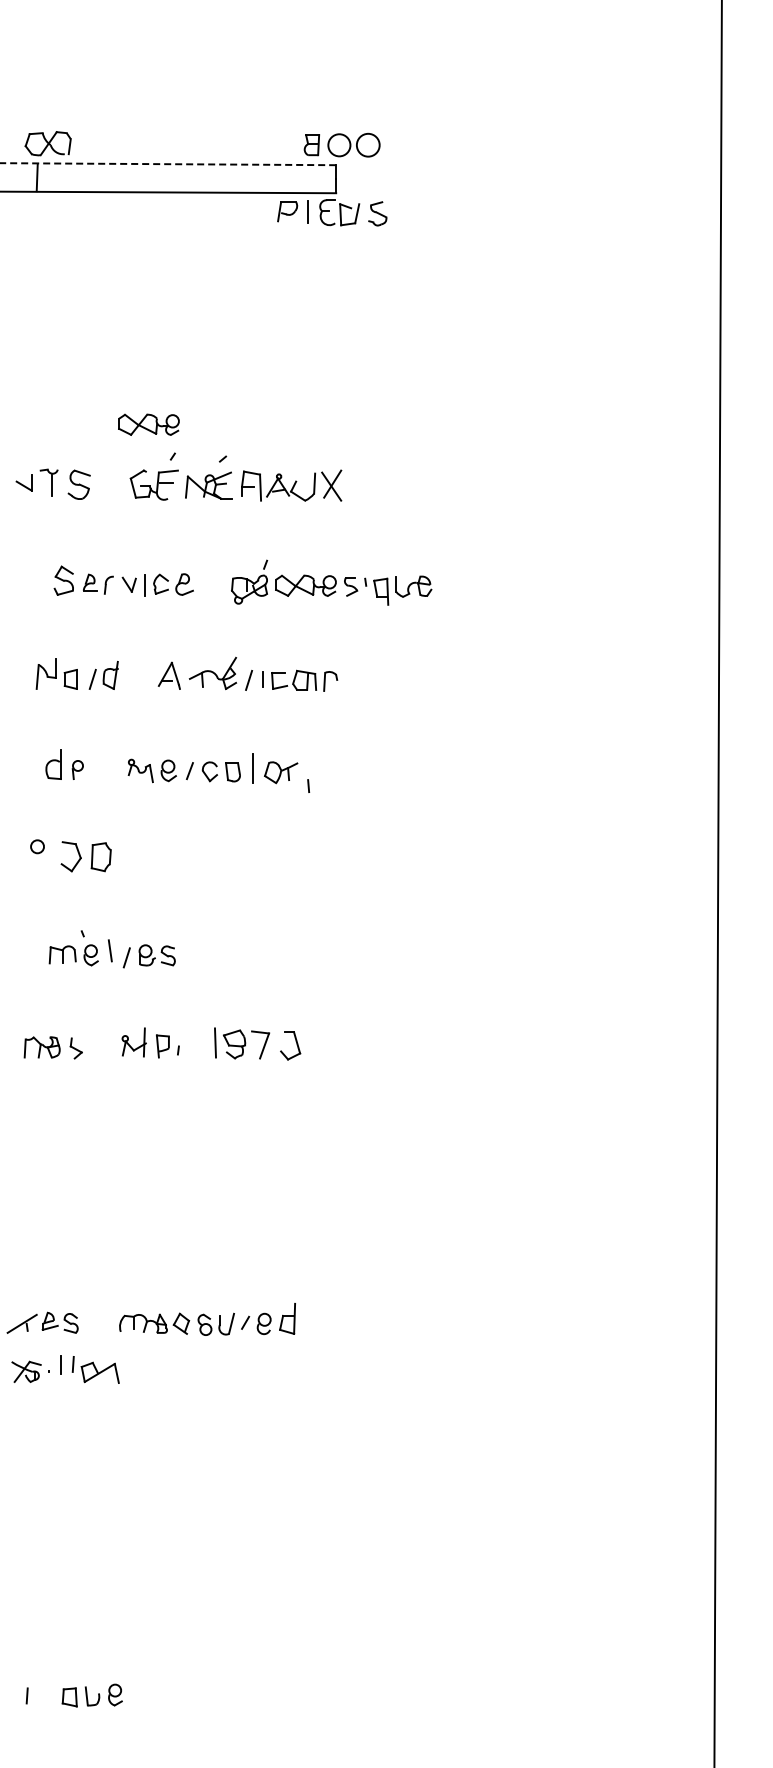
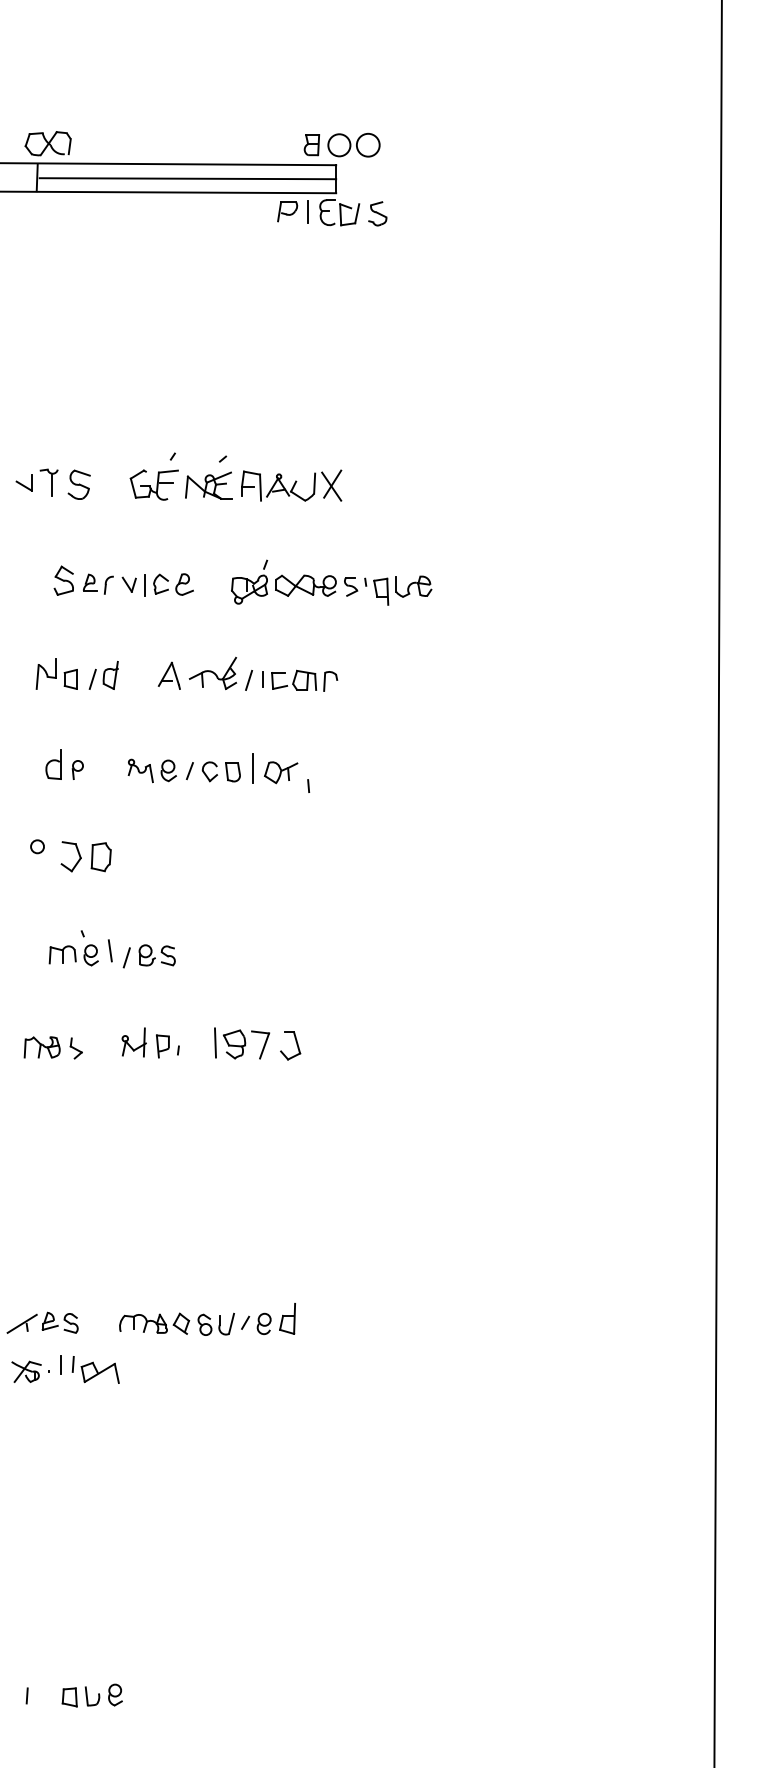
line at (168, 164): dashed -> solid
line at (187, 178): none -> present
part at (148, 424): present -> none
